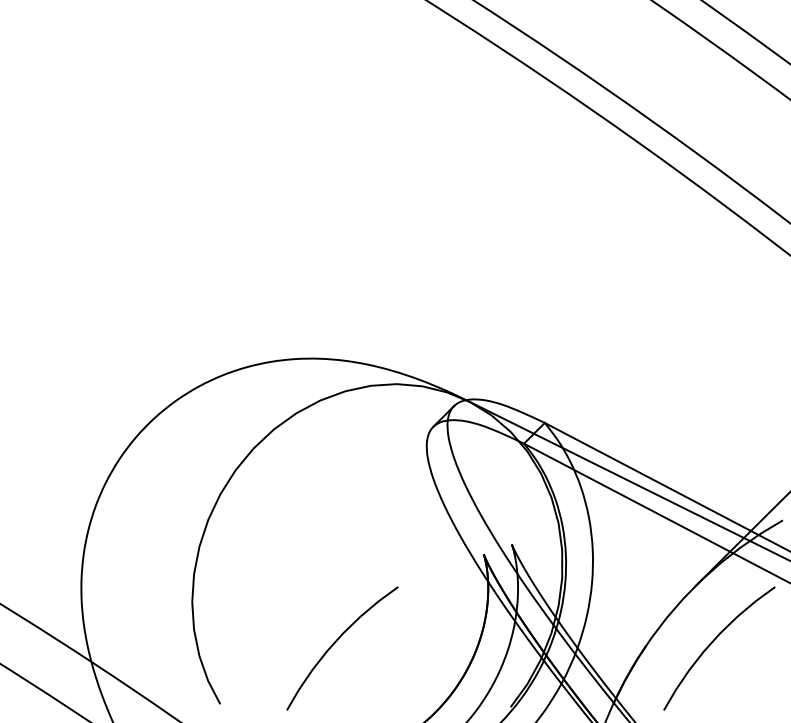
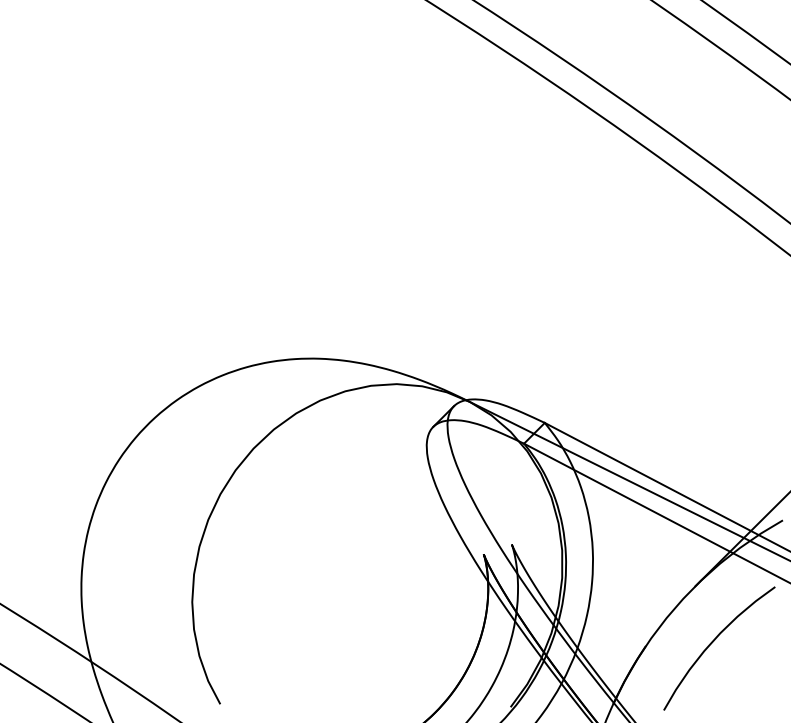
curve at (336, 642): present -> none
